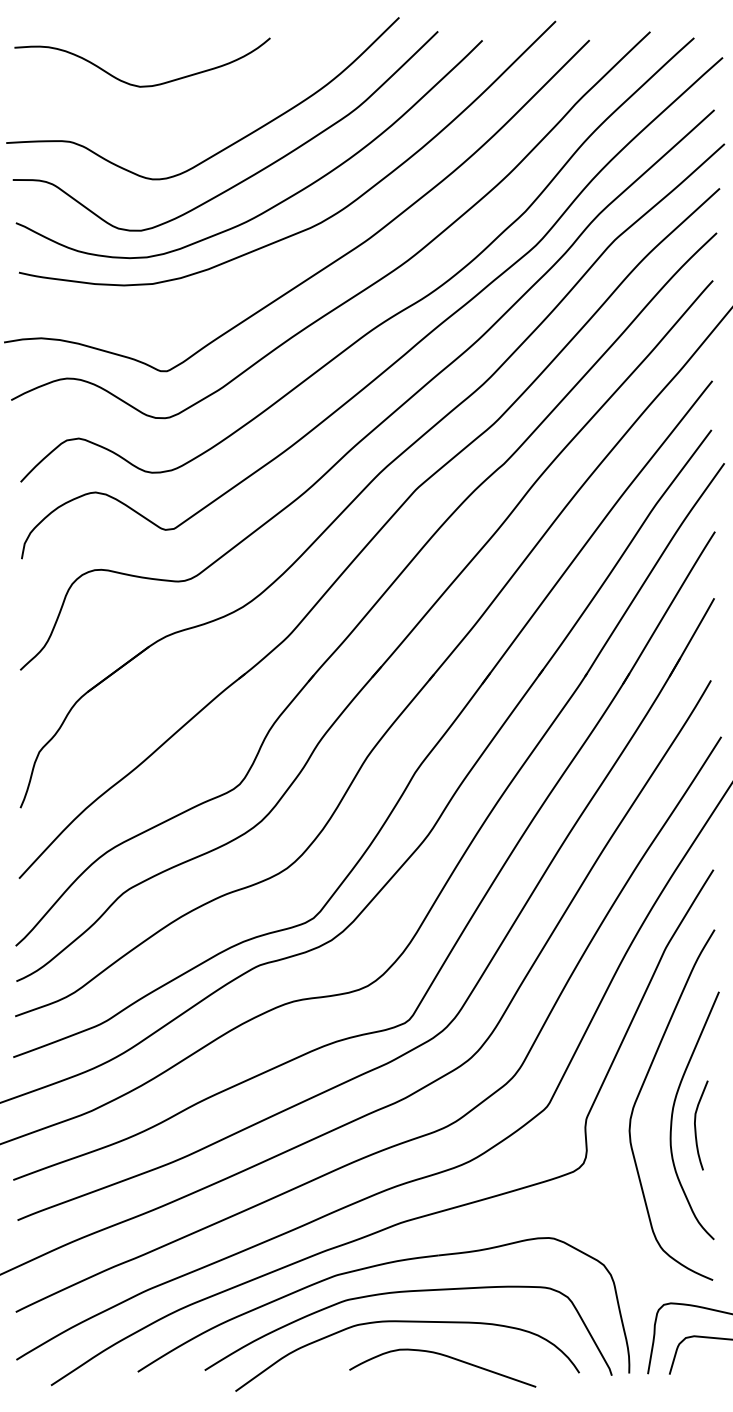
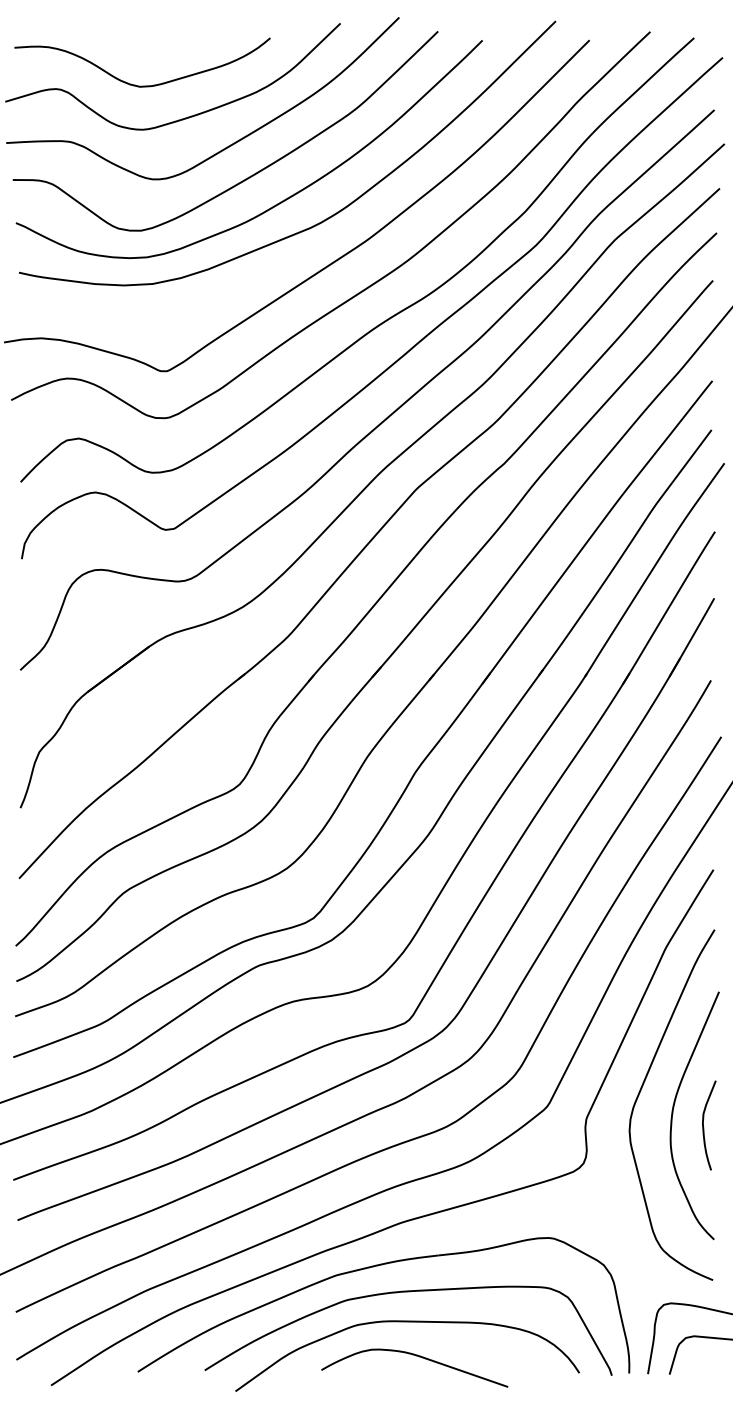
curve at (184, 117): none -> present
curve at (696, 1127) position: (696, 1127) -> (704, 1127)
curve at (444, 1356) position: (444, 1356) -> (416, 1356)
